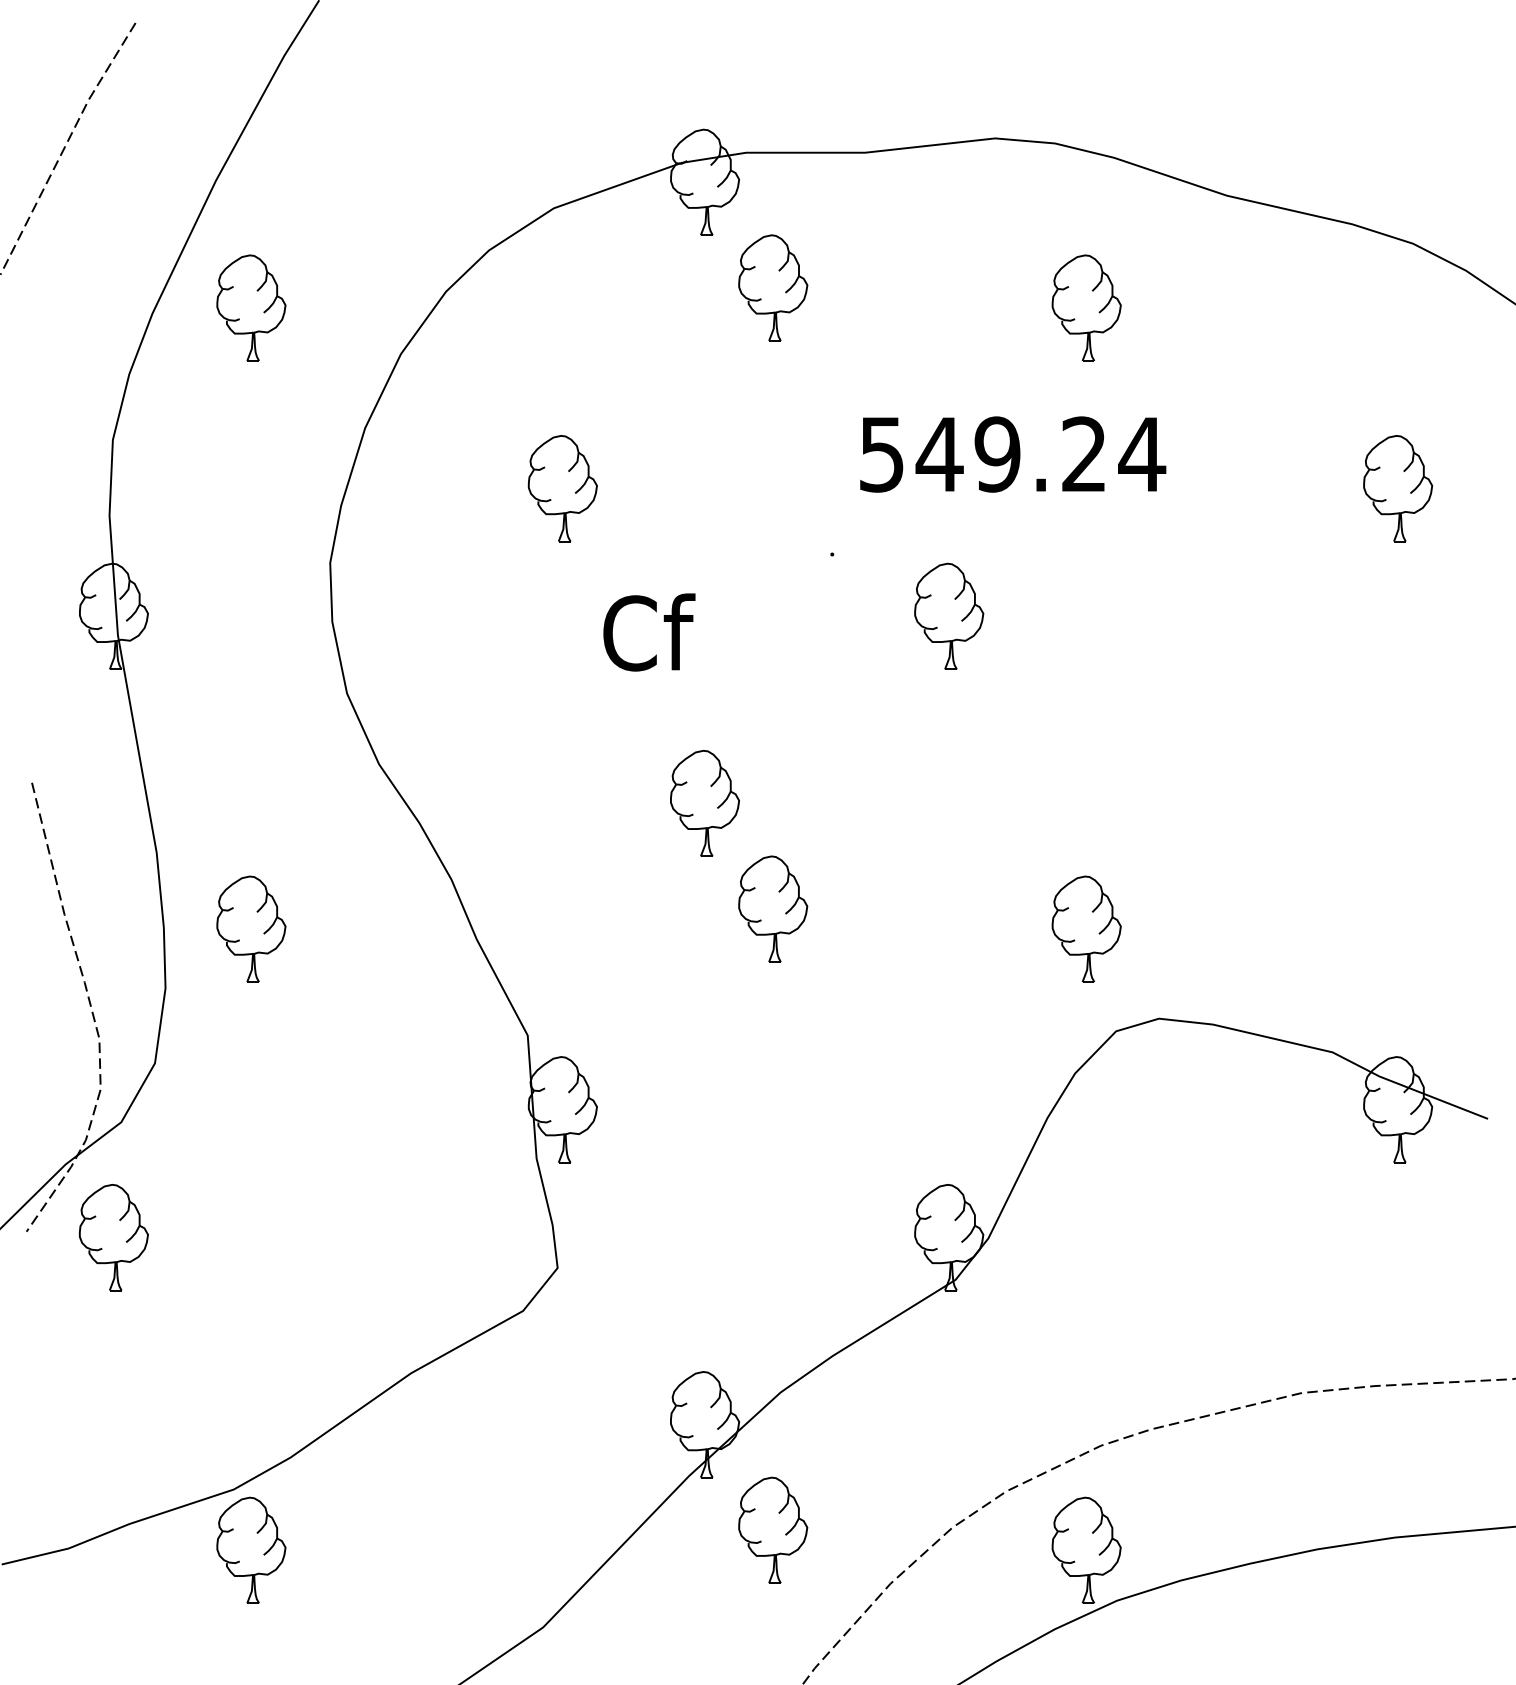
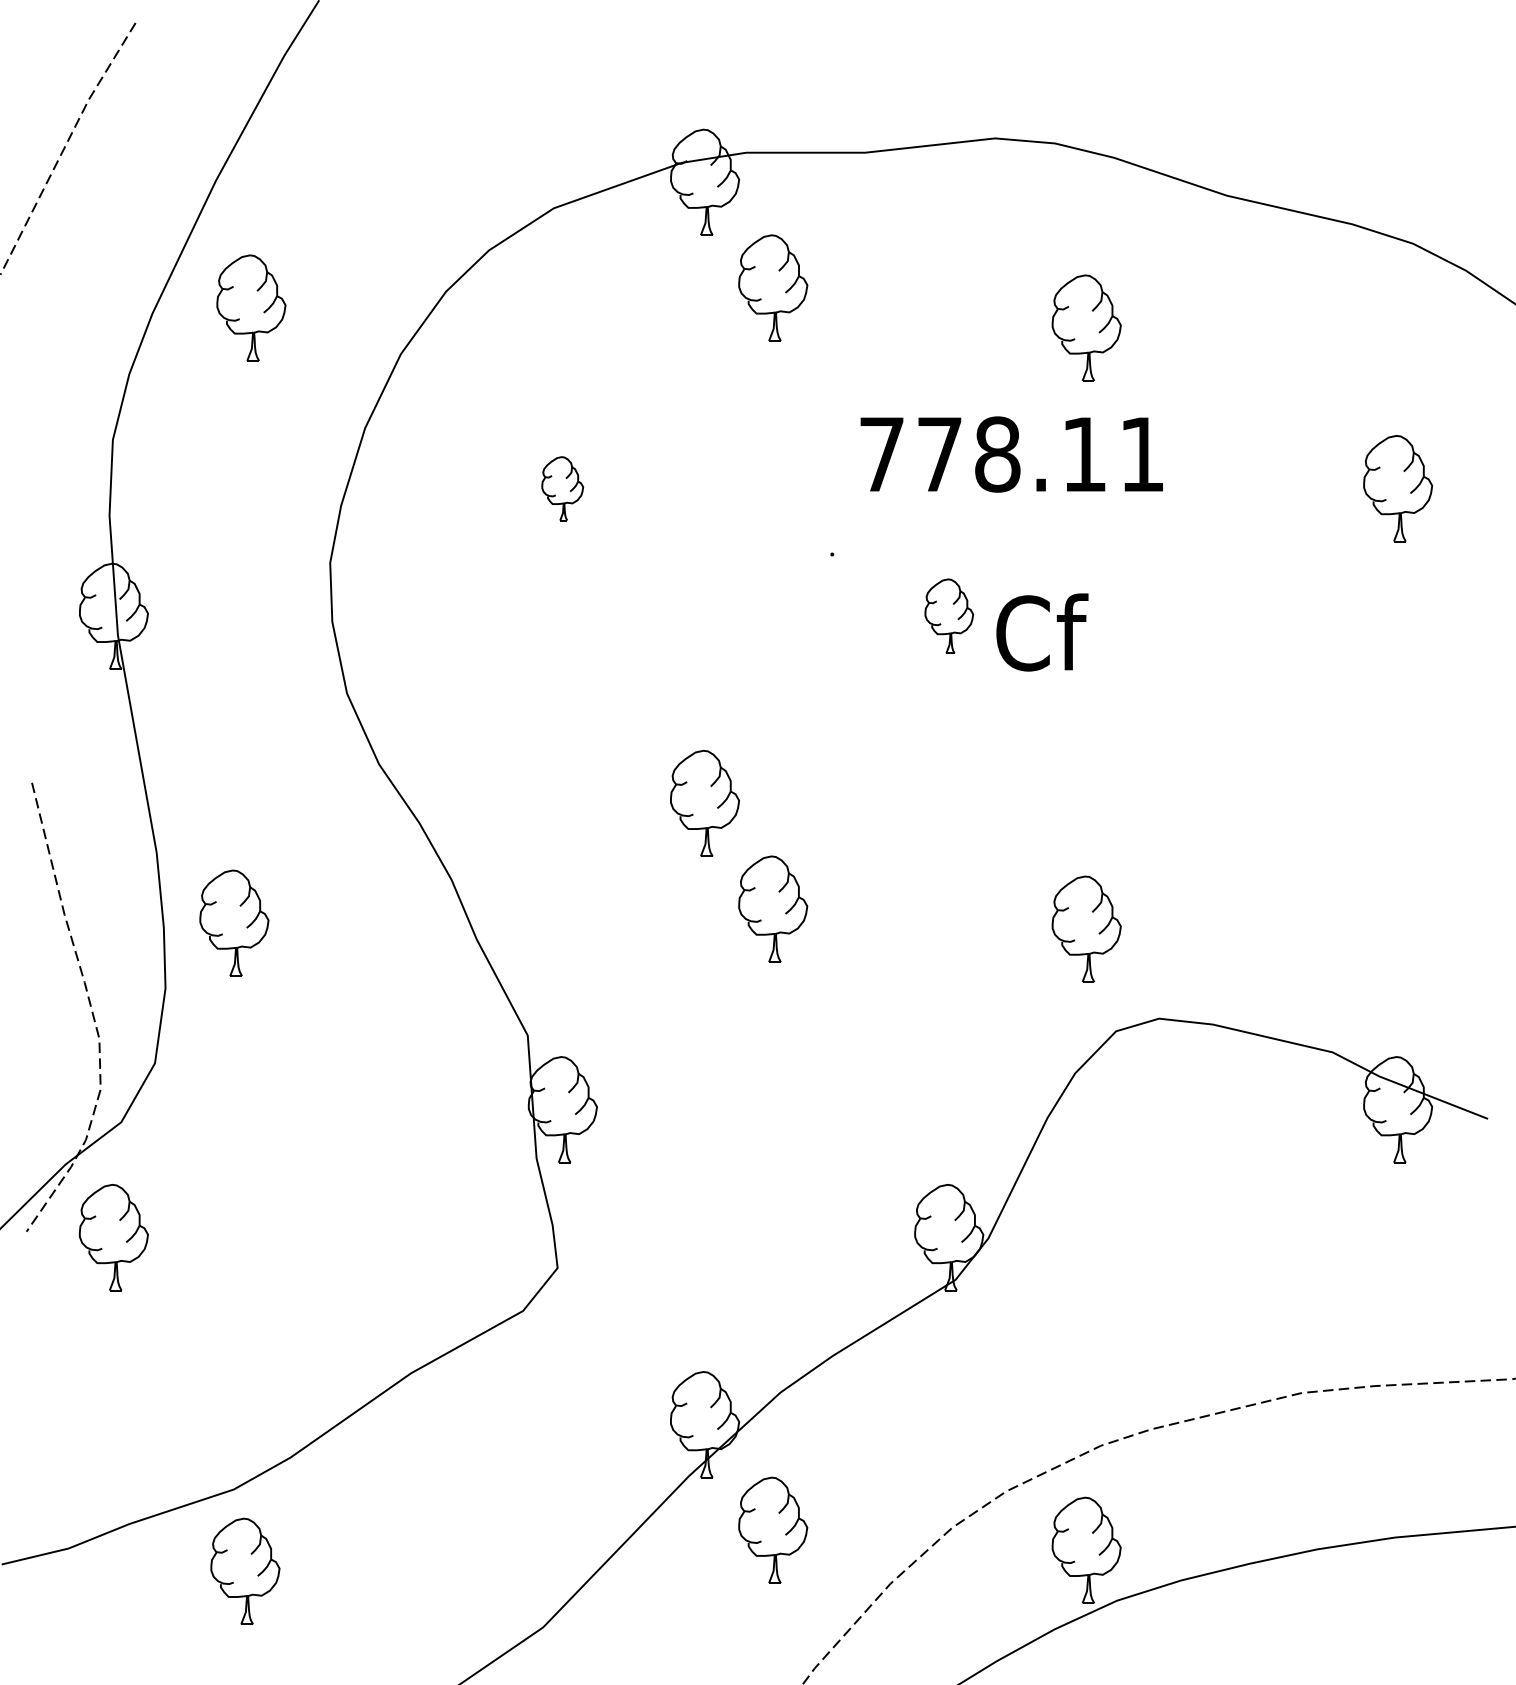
part at (1086, 307) position: (1086, 307) -> (1086, 327)
text at (1013, 454): 549.24 -> 778.11
part at (562, 488) size: 71x108 px -> 44x66 px
part at (949, 615) size: 71x108 px -> 51x76 px
text at (649, 632) position: (649, 632) -> (1042, 632)
part at (251, 928) position: (251, 928) -> (234, 922)
part at (251, 1549) position: (251, 1549) -> (245, 1570)
